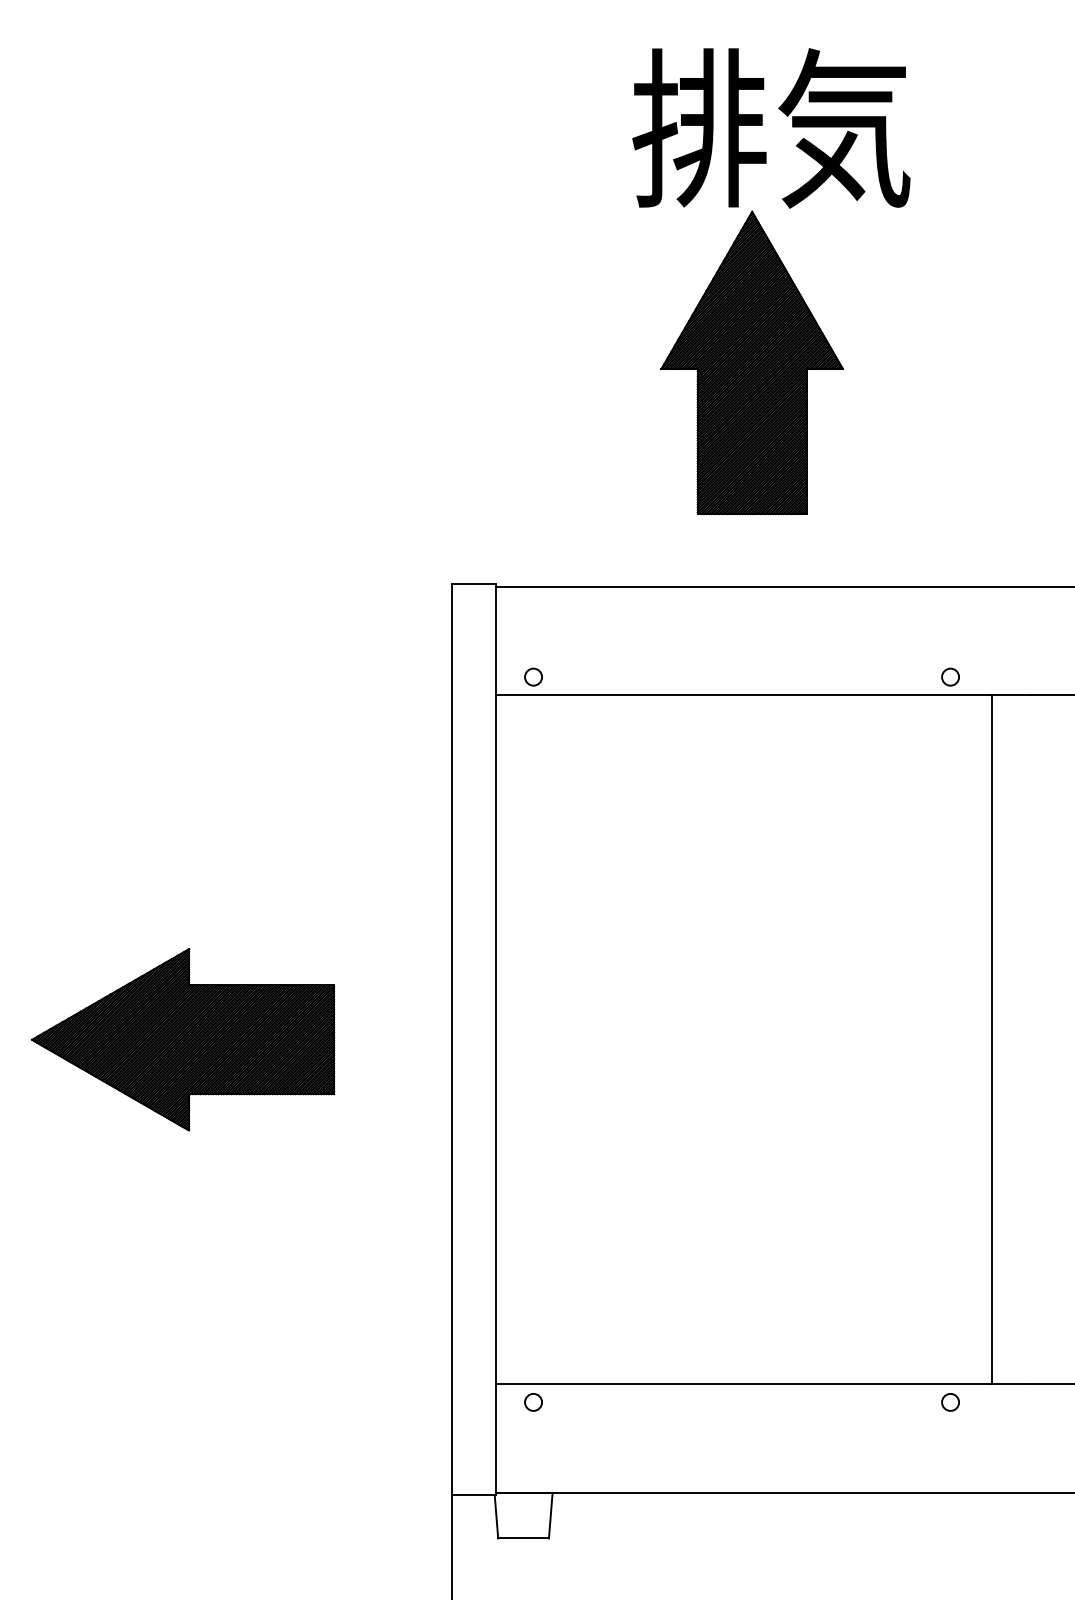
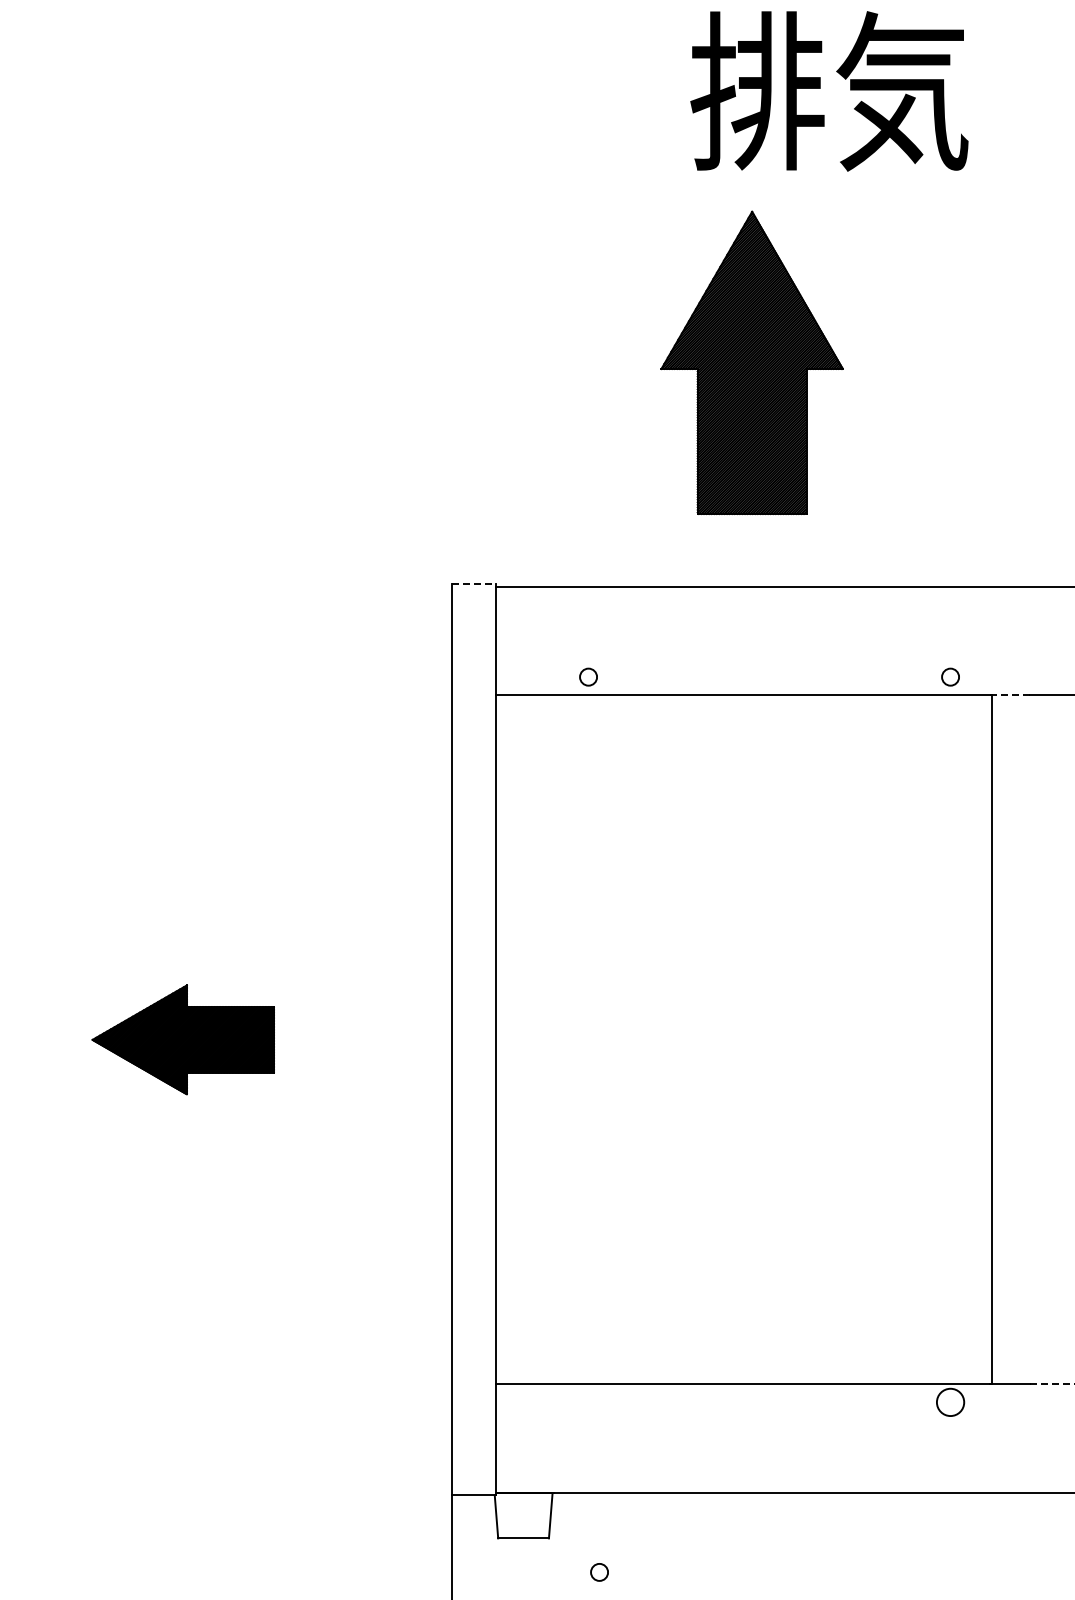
text at (771, 128) position: (771, 128) -> (829, 91)
line at (473, 584): solid -> dashed
circle at (533, 676) position: (533, 676) -> (588, 676)
line at (1009, 695): solid -> dashed
part at (183, 1039) size: 305x184 px -> 184x112 px
line at (1052, 1384): solid -> dashed
circle at (950, 1401) diameter: 17 px -> 27 px
circle at (533, 1402) position: (533, 1402) -> (599, 1572)
